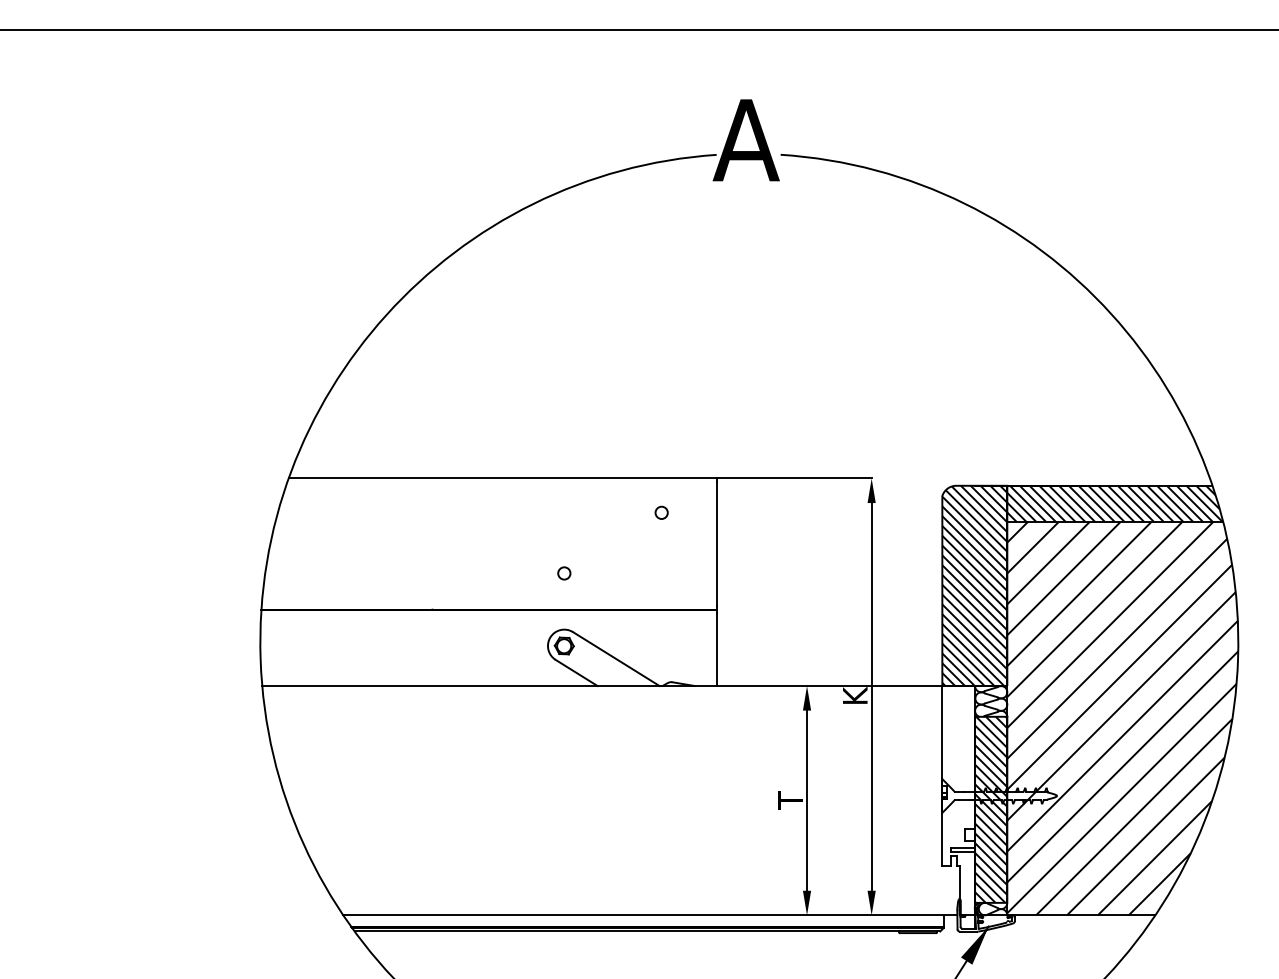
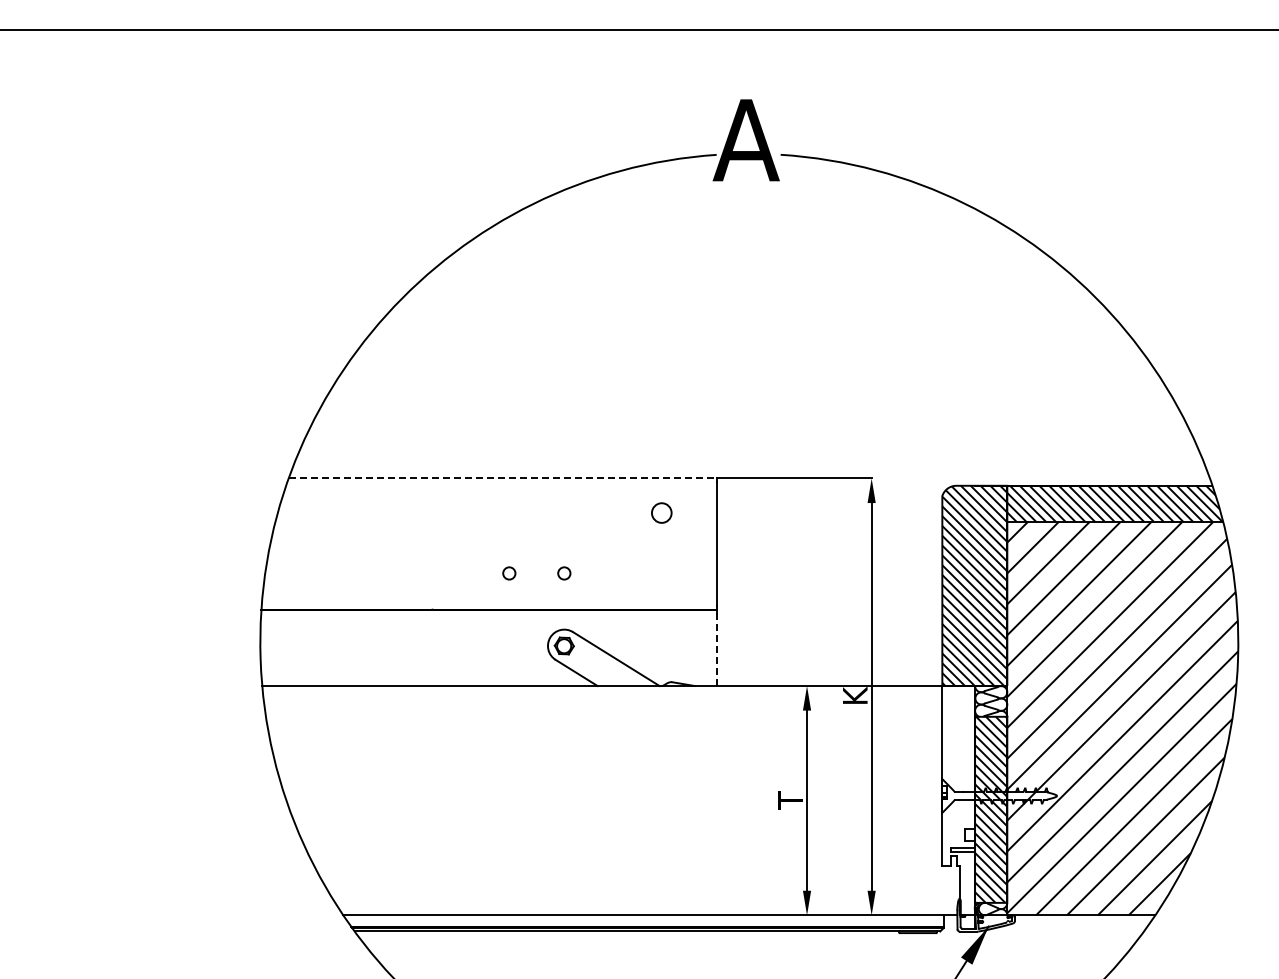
line at (503, 478): solid -> dashed
circle at (661, 512) size: 15x15 px -> 22x22 px
circle at (509, 573): none -> present
line at (717, 649): solid -> dashed
